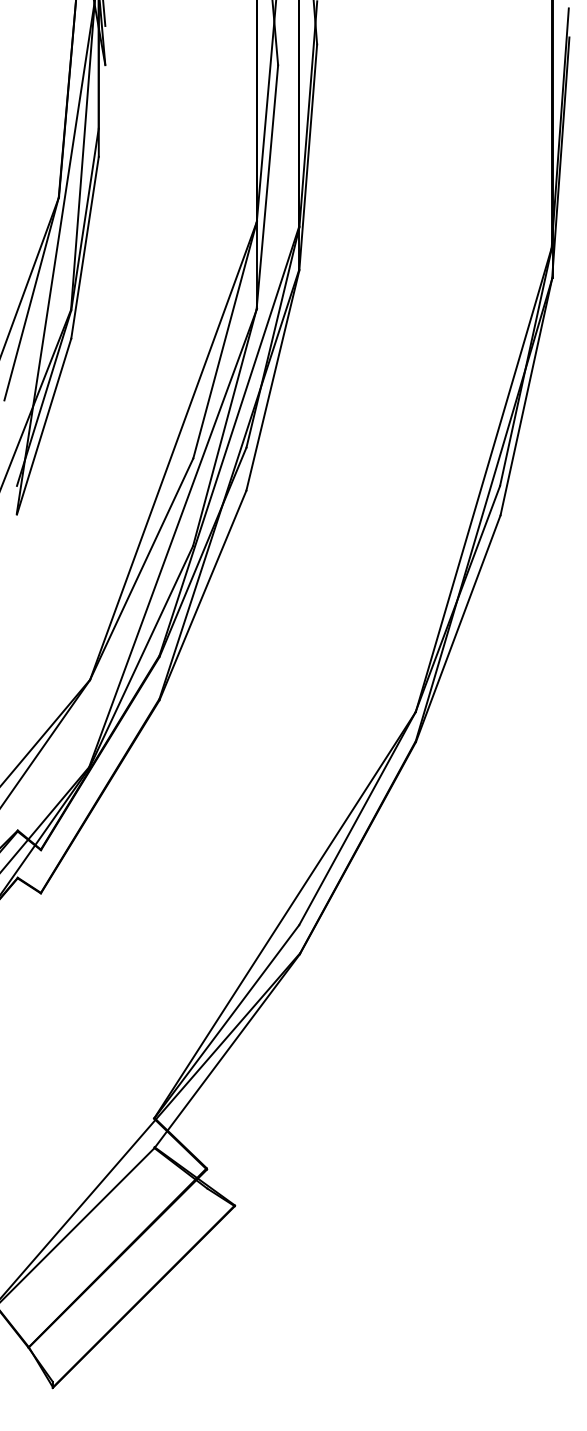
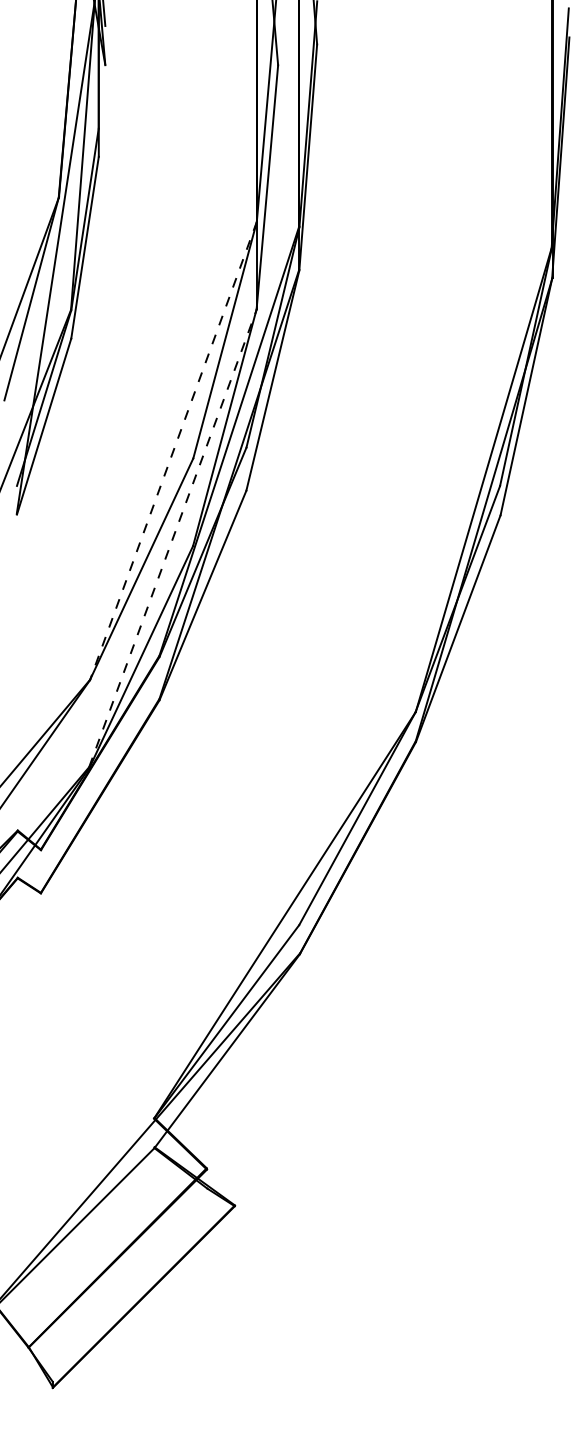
line at (173, 450): solid -> dashed
line at (173, 537): solid -> dashed
